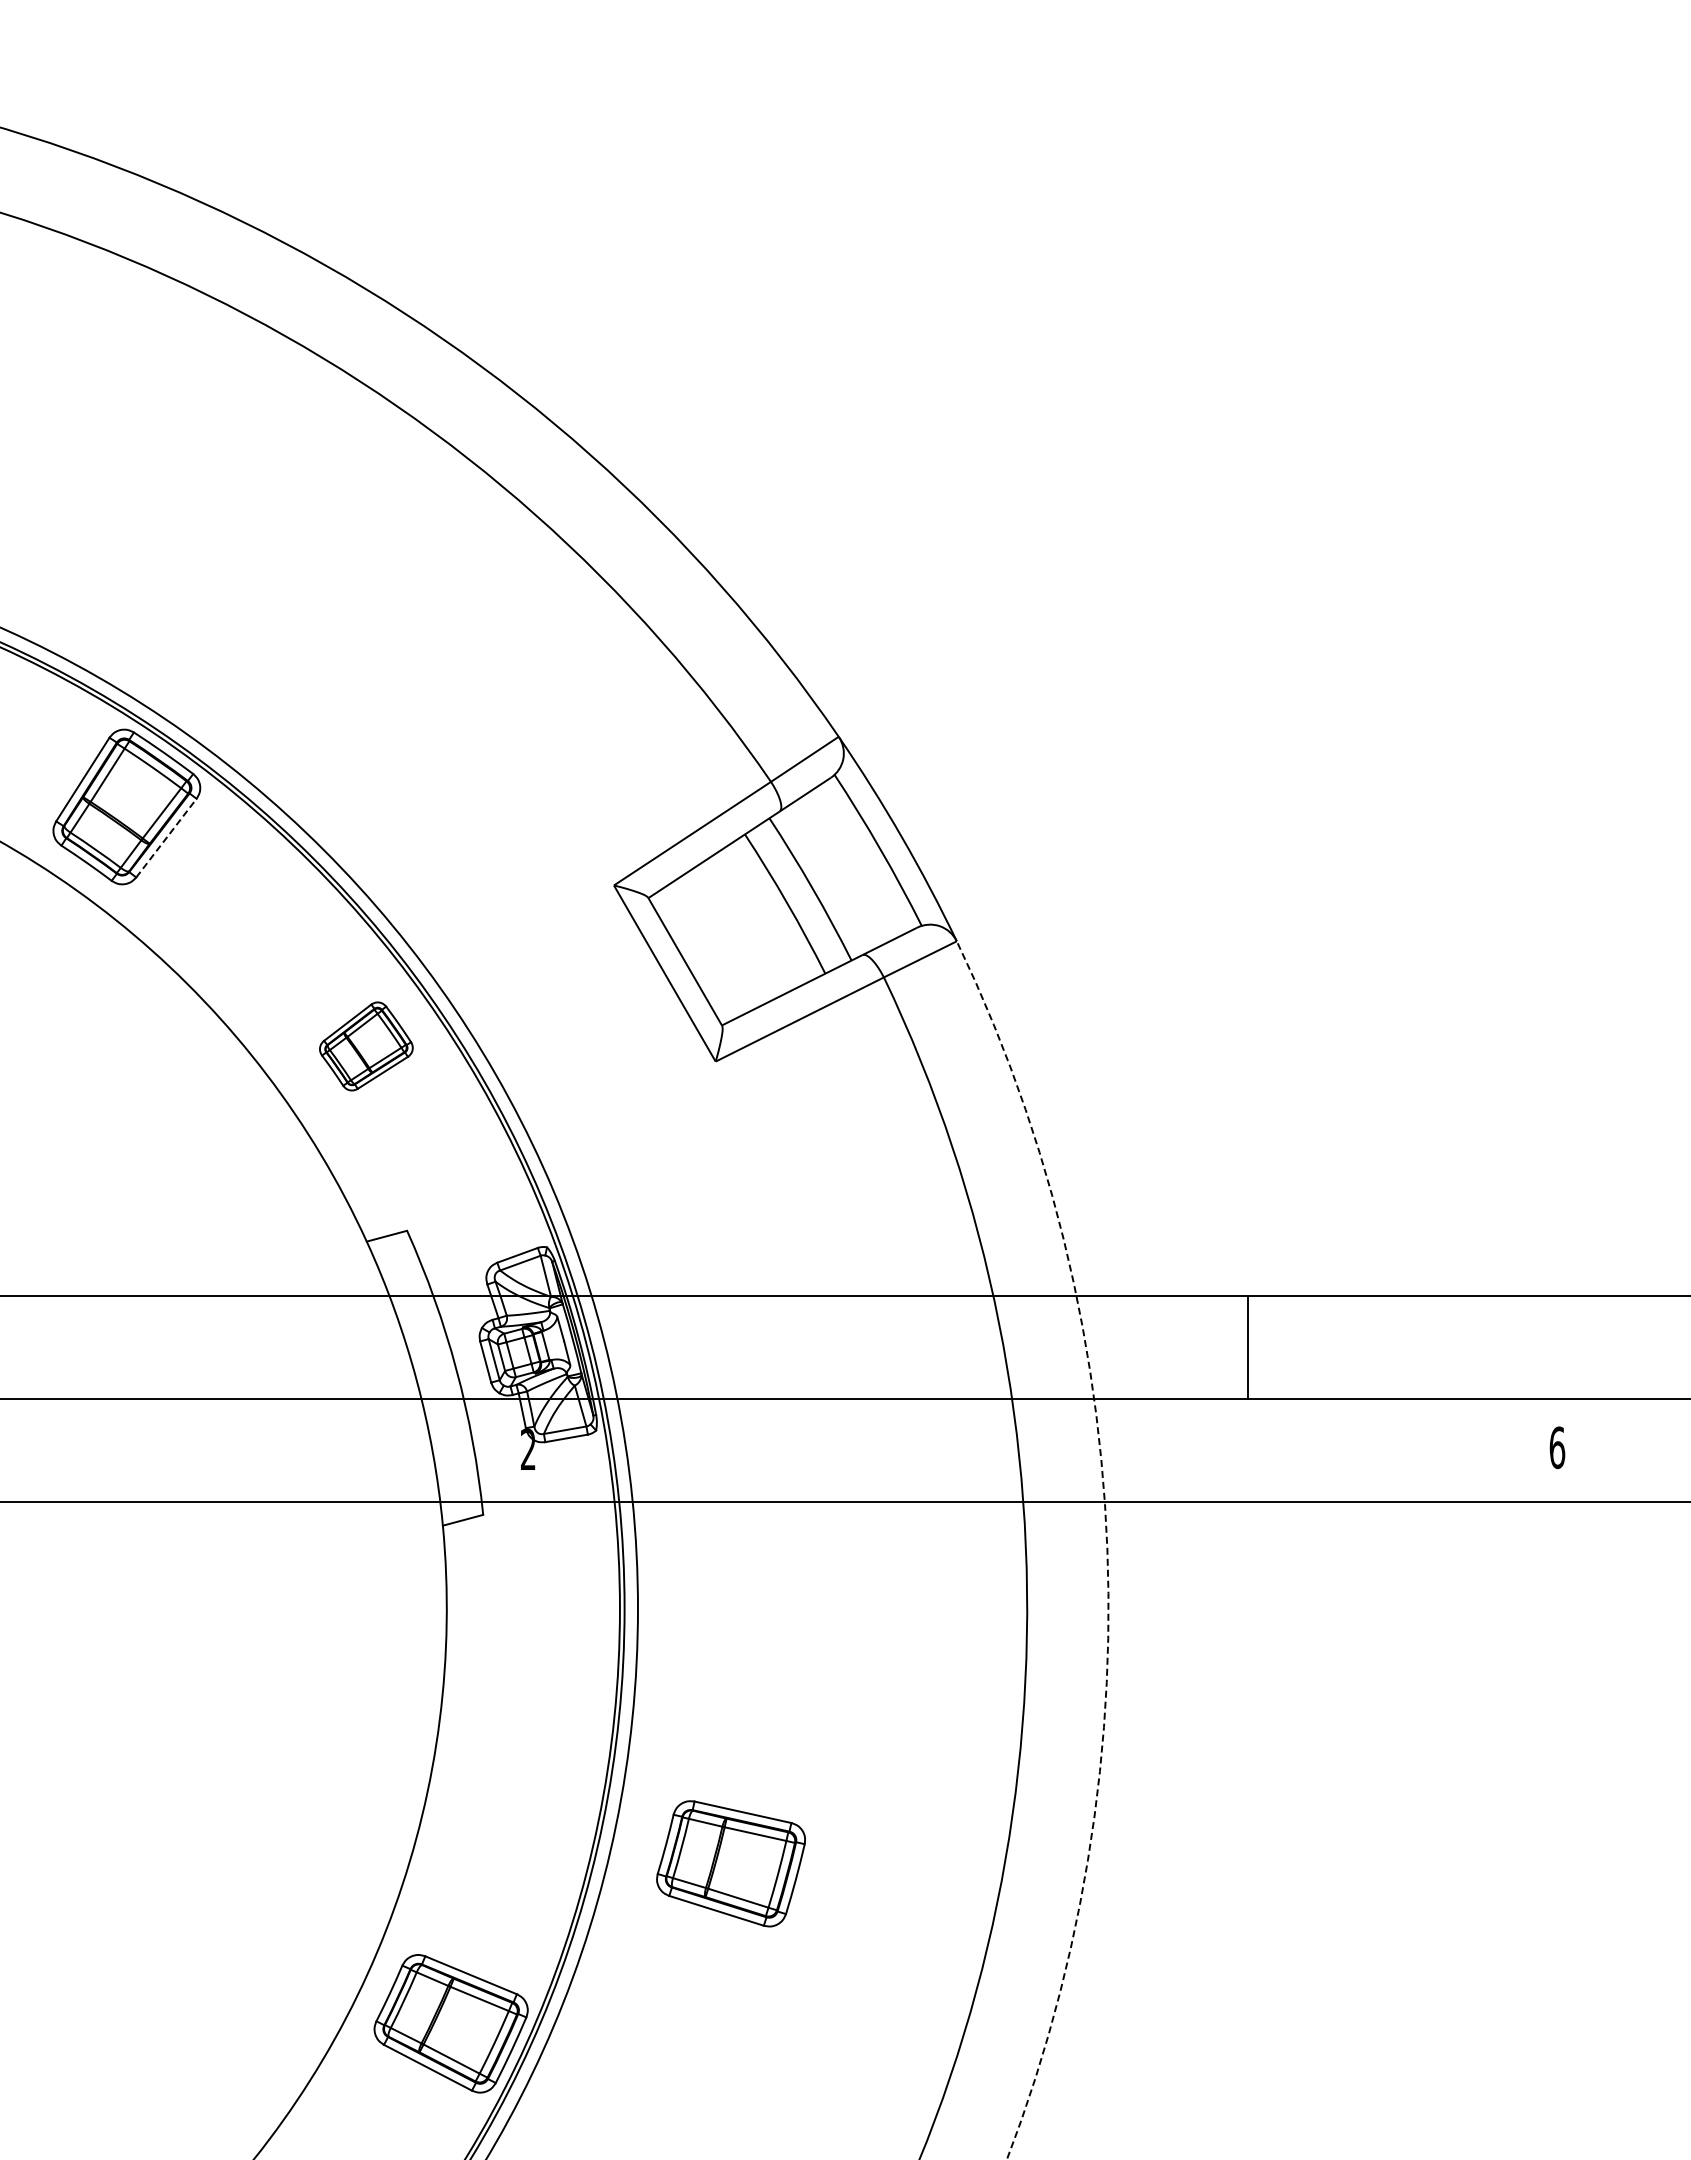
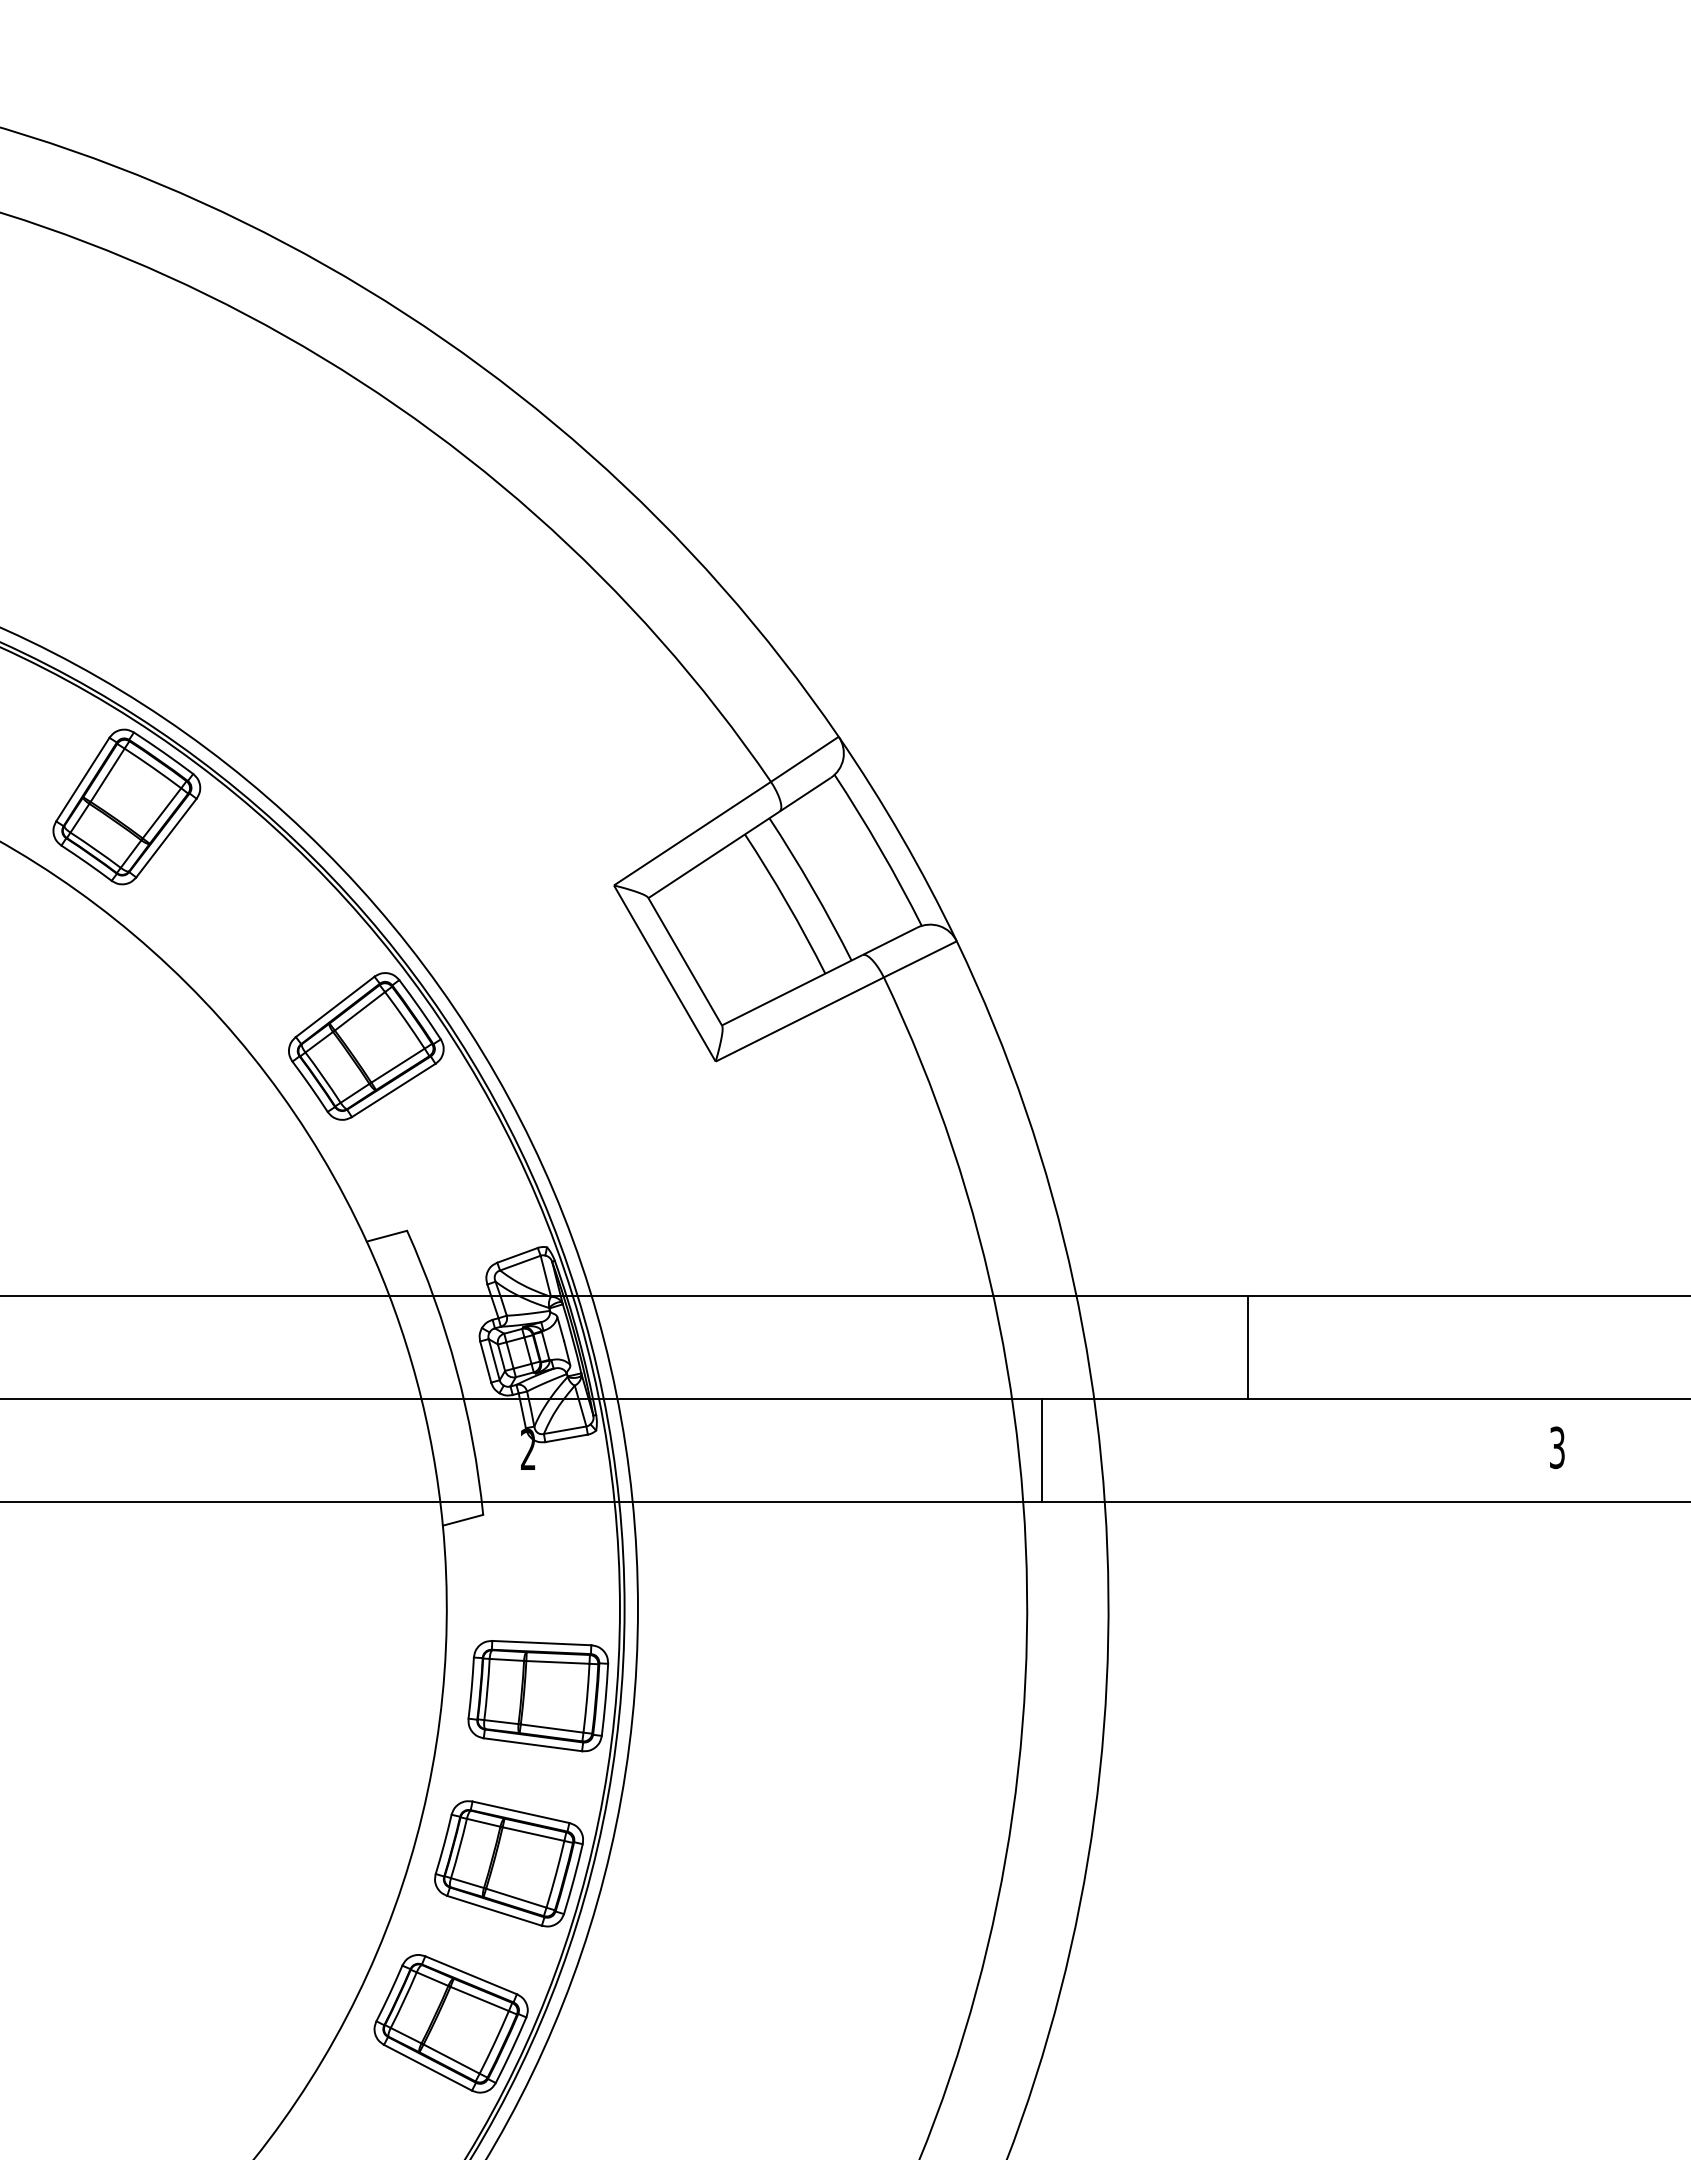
line at (166, 838): dashed -> solid
part at (366, 1046) size: 95x91 px -> 157x149 px
text at (1557, 1447): 6 -> 3
line at (1042, 1450): none -> present
arc at (1107, 1547): dashed -> solid
part at (538, 1696): none -> present
part at (730, 1863) position: (730, 1863) -> (508, 1863)
